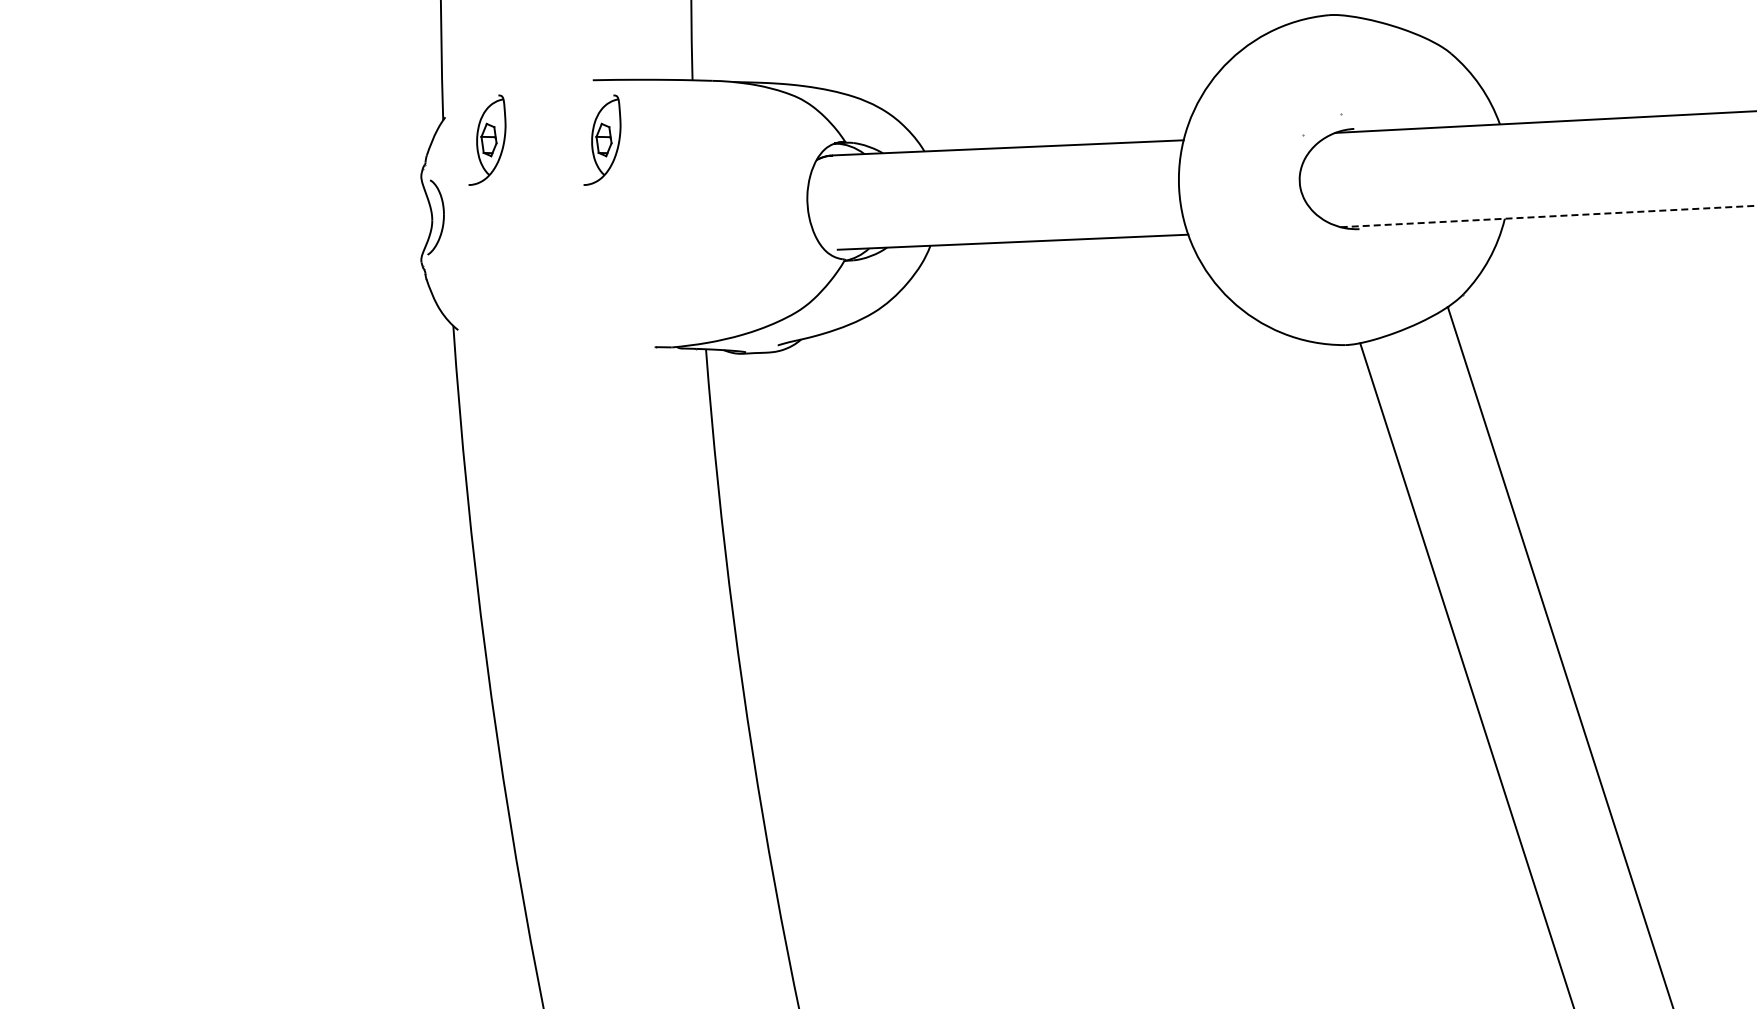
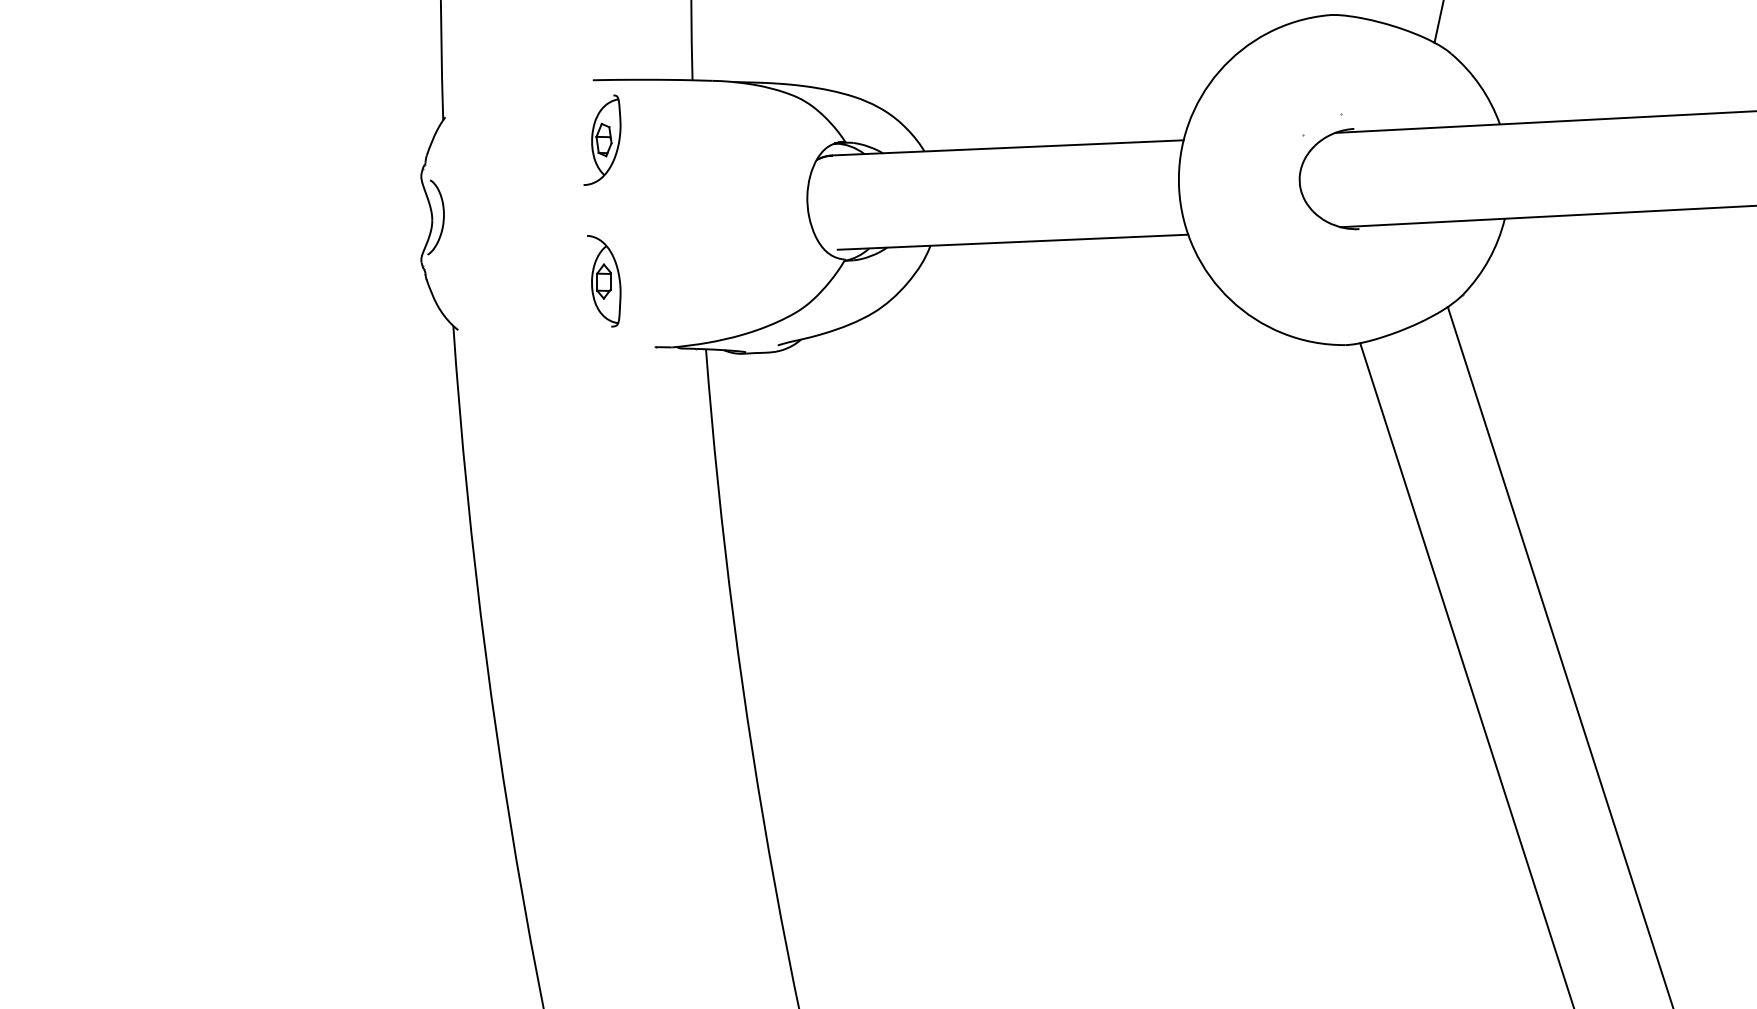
line at (1438, 22): none -> present
part at (487, 139): present -> none
line at (1549, 216): dashed -> solid
part at (604, 281): none -> present
